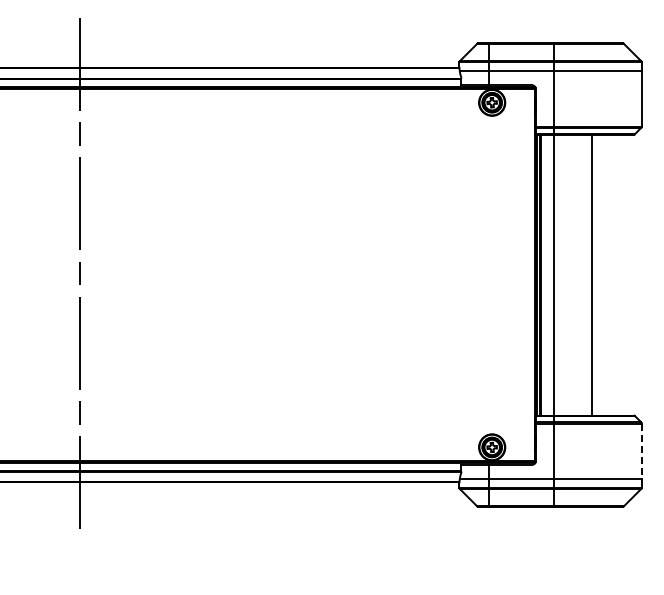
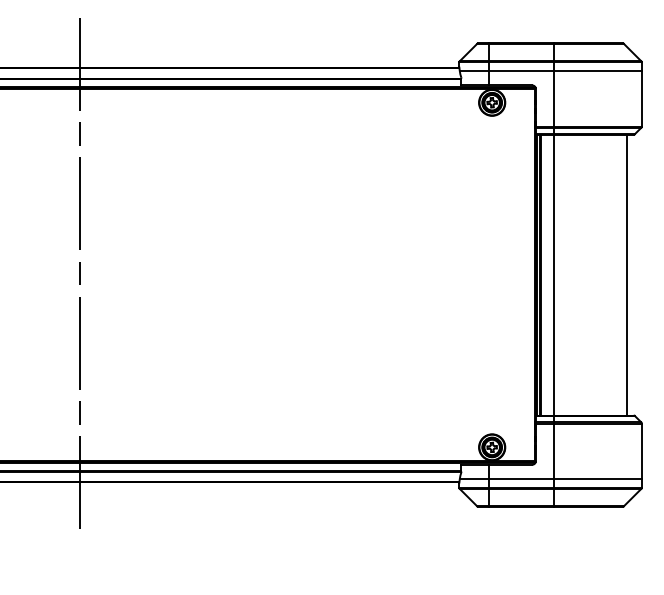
line at (592, 274) position: (592, 274) -> (627, 274)
line at (641, 451): dashed -> solid
